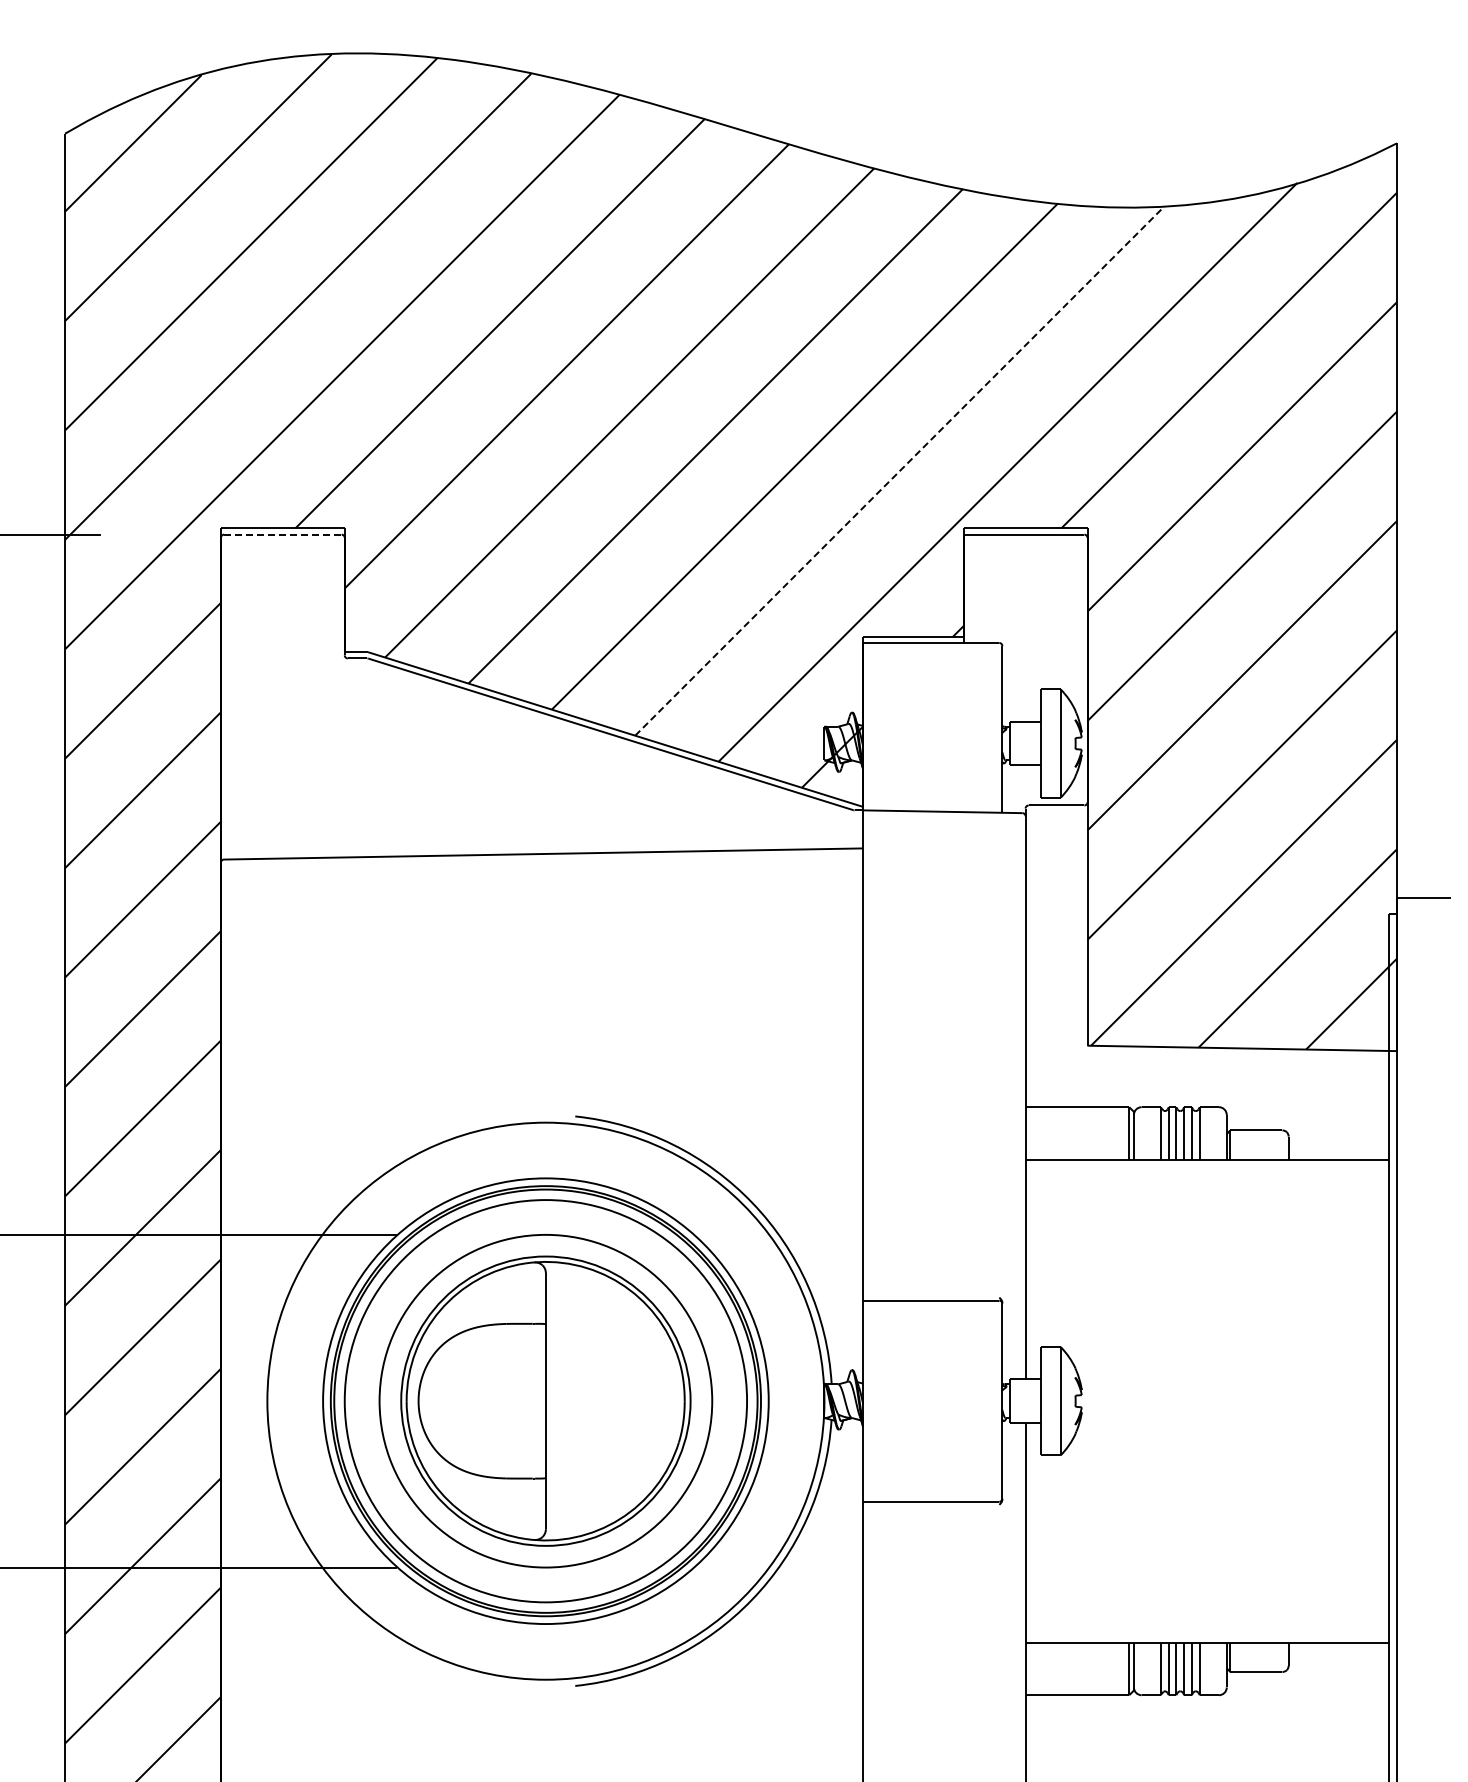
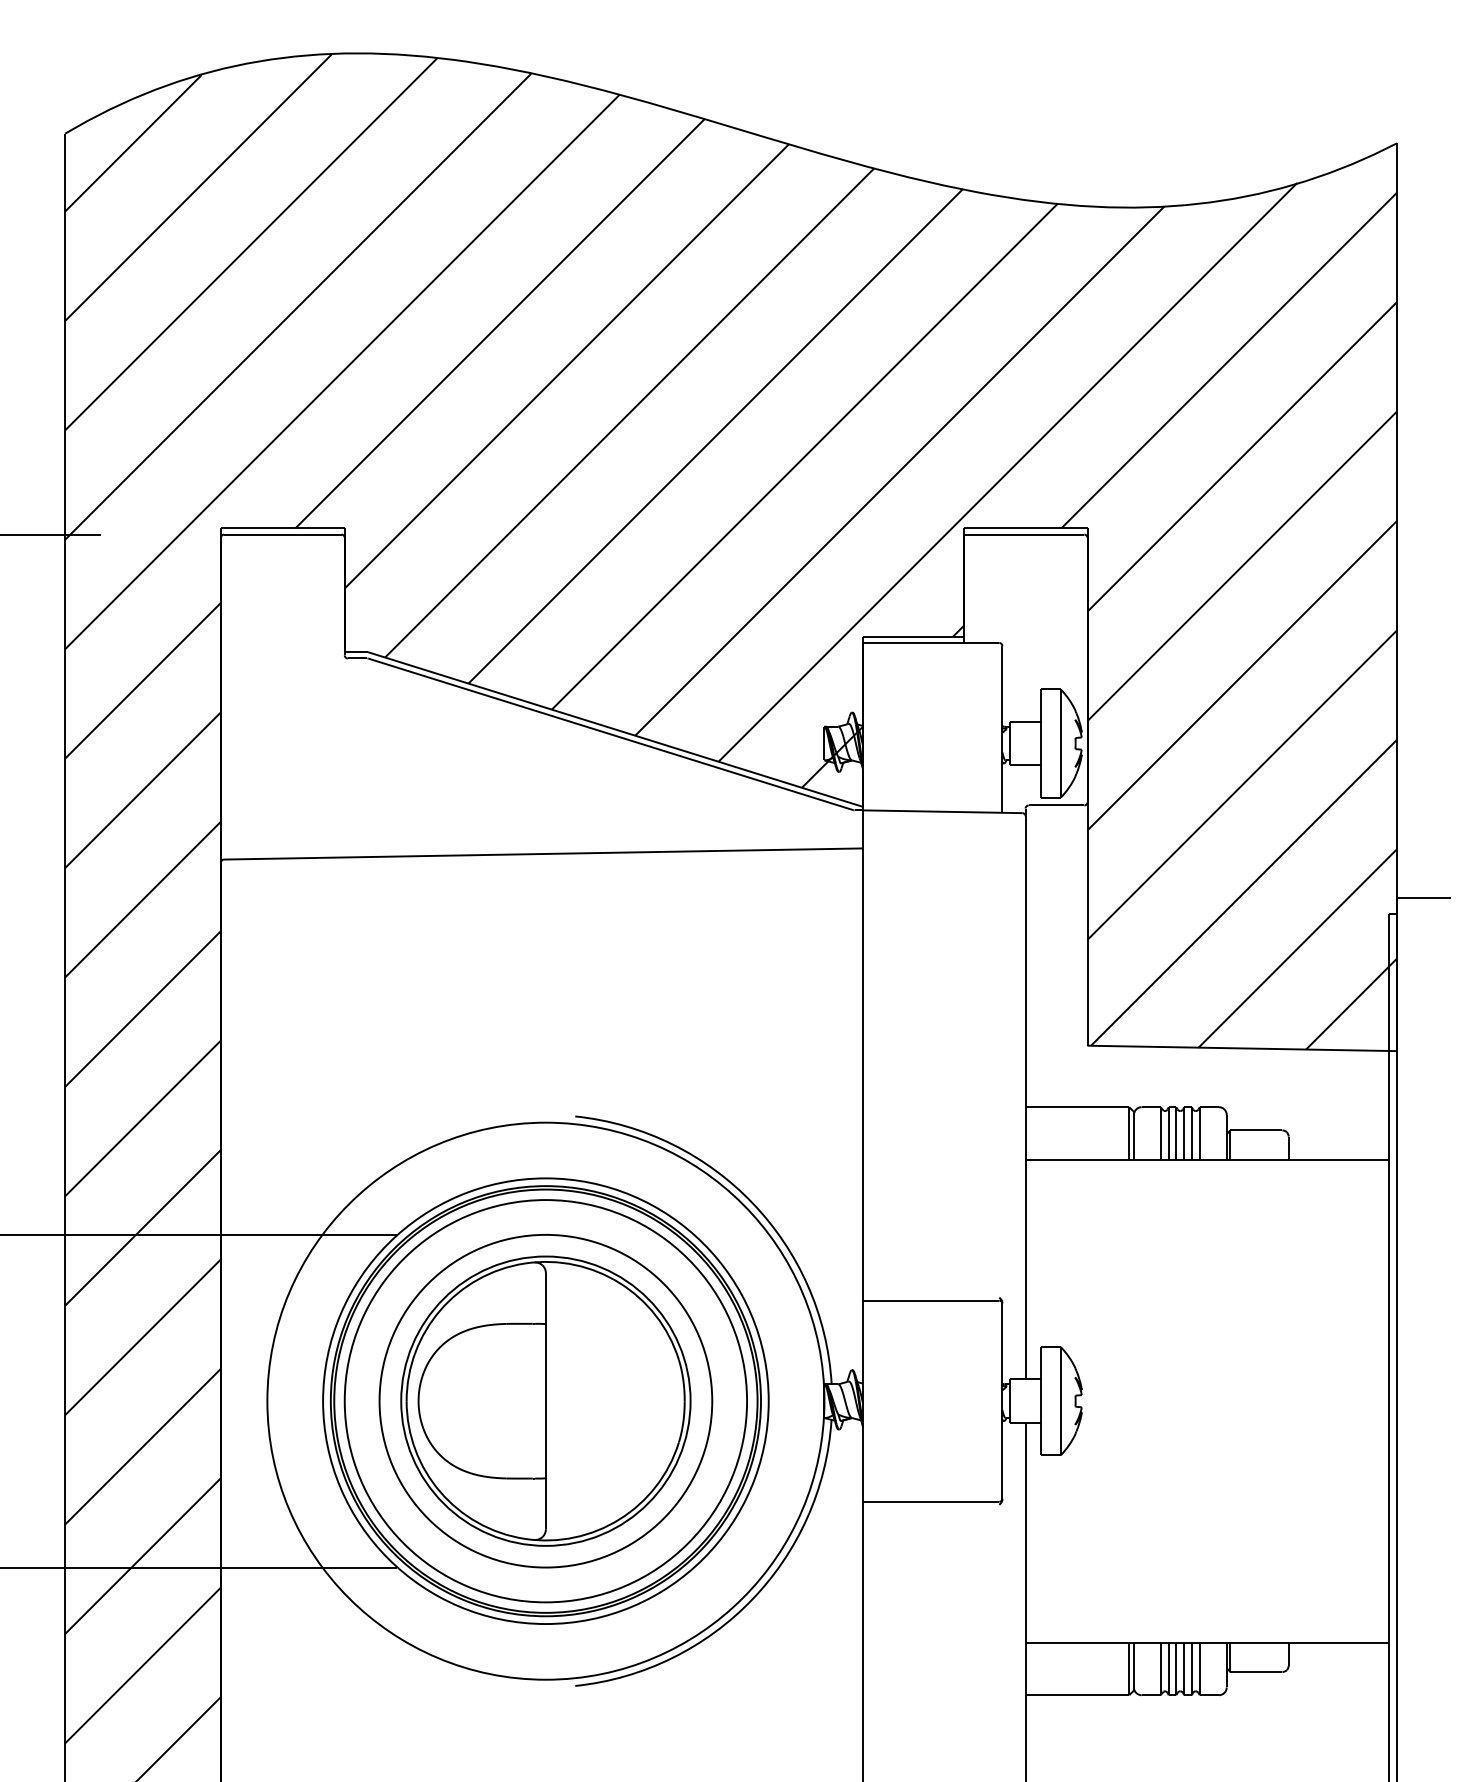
line at (900, 470): dashed -> solid
line at (282, 534): dashed -> solid
